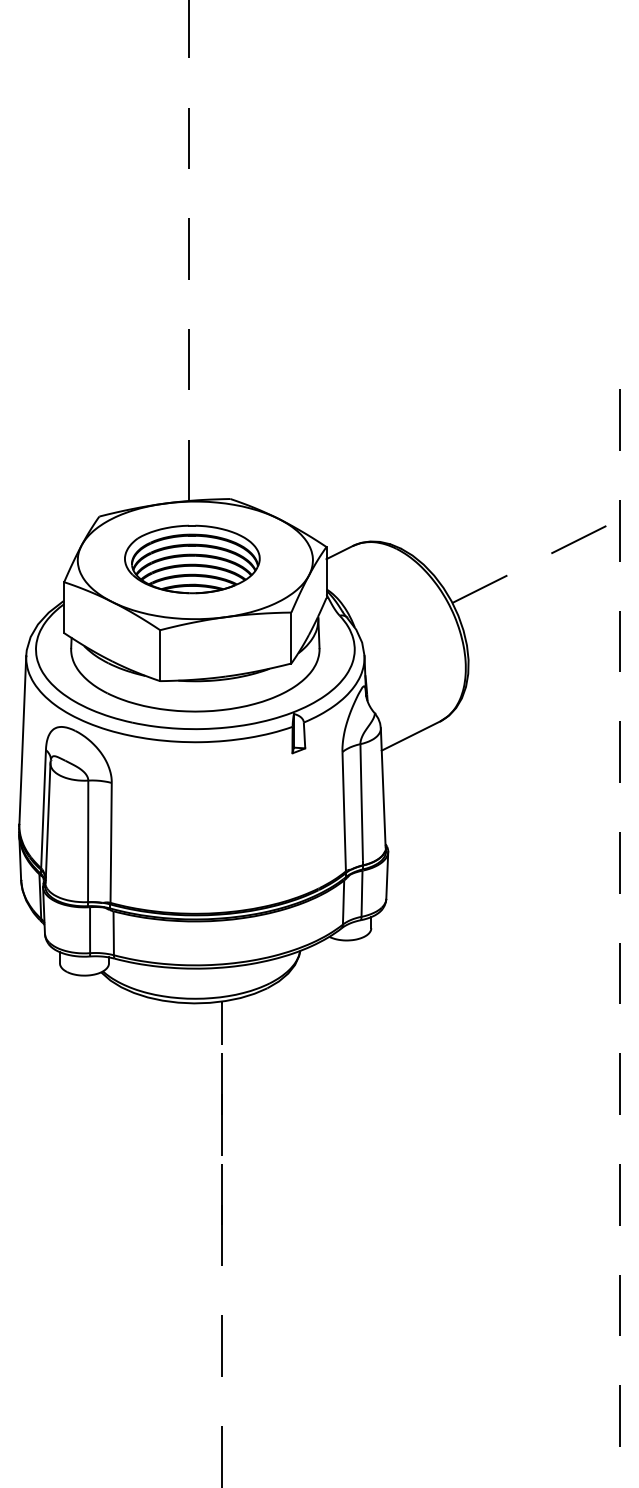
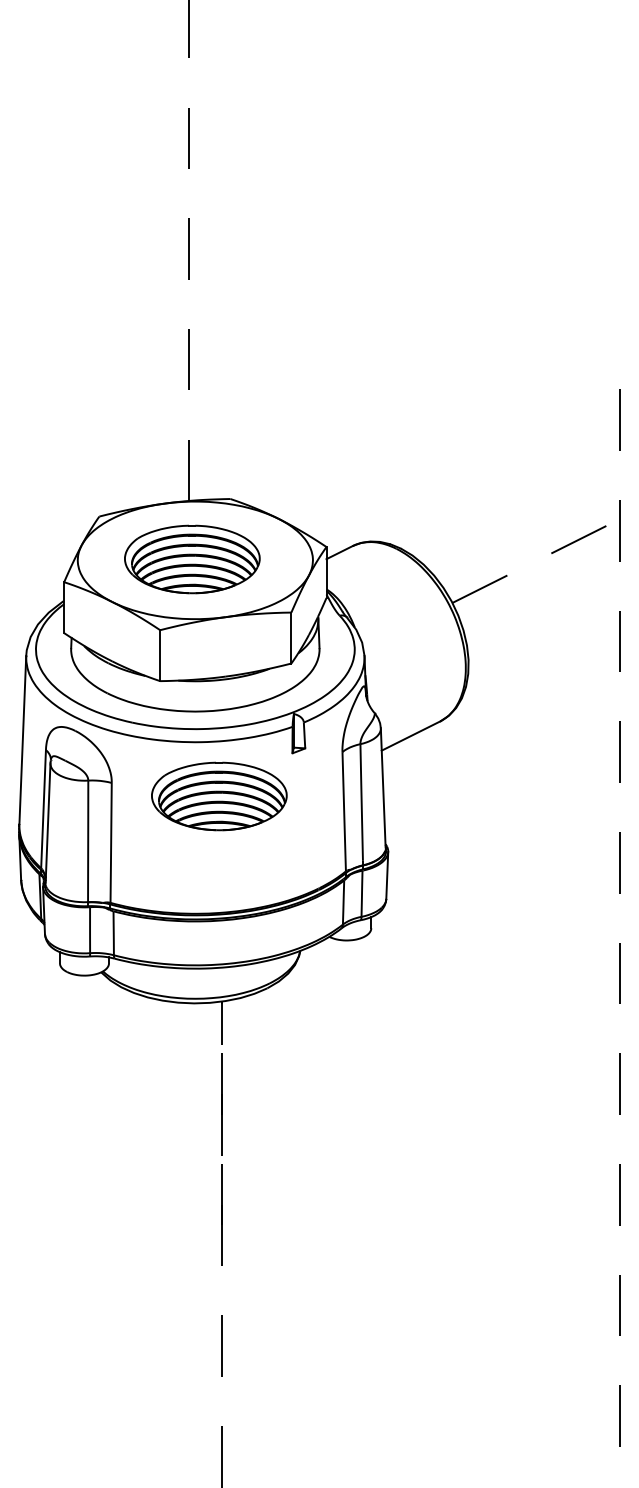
part at (219, 796): none -> present
